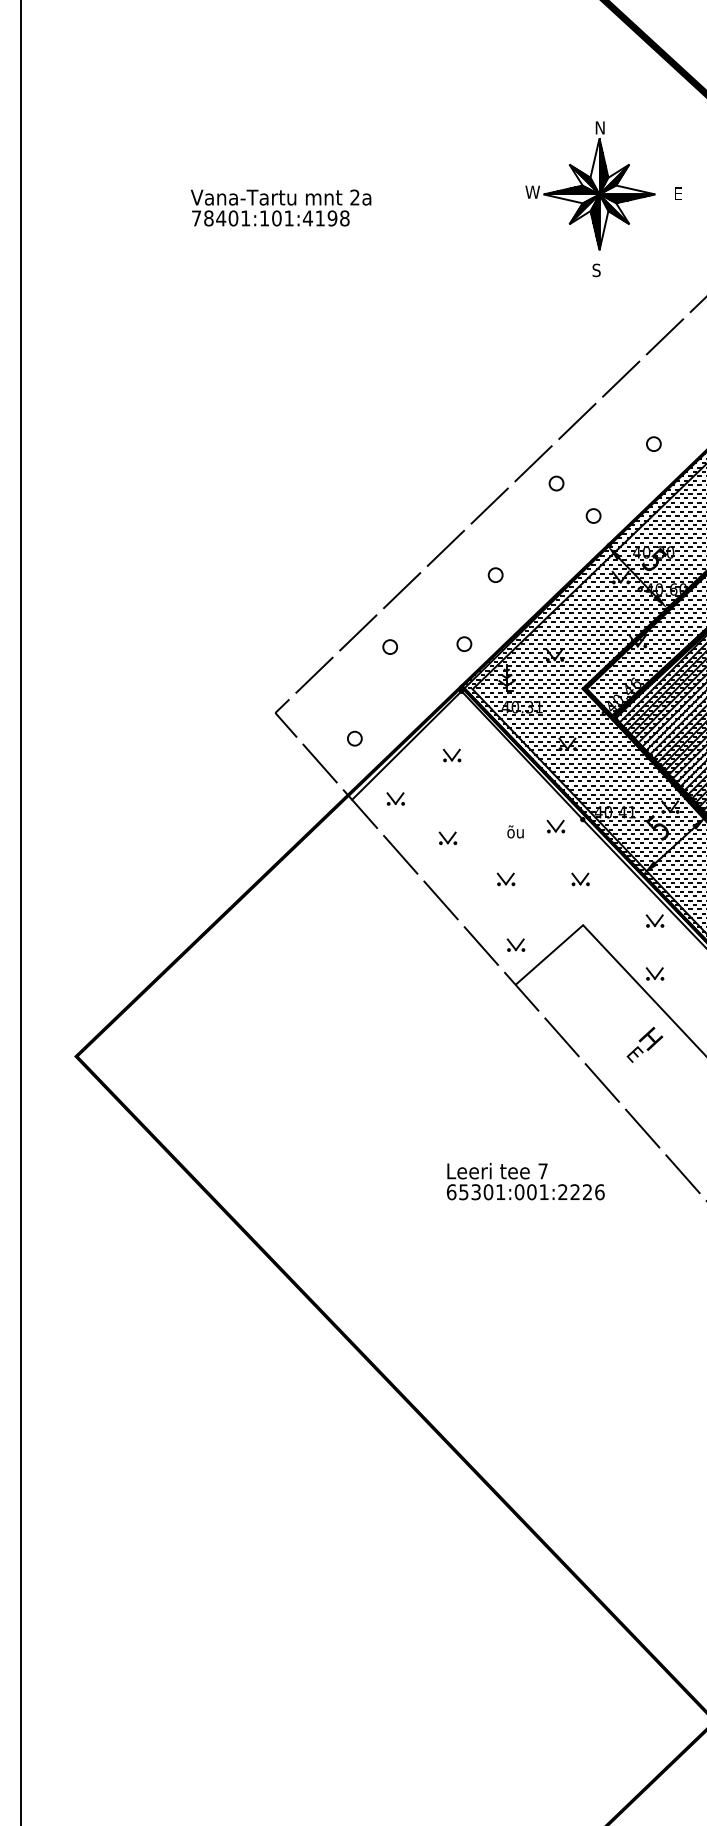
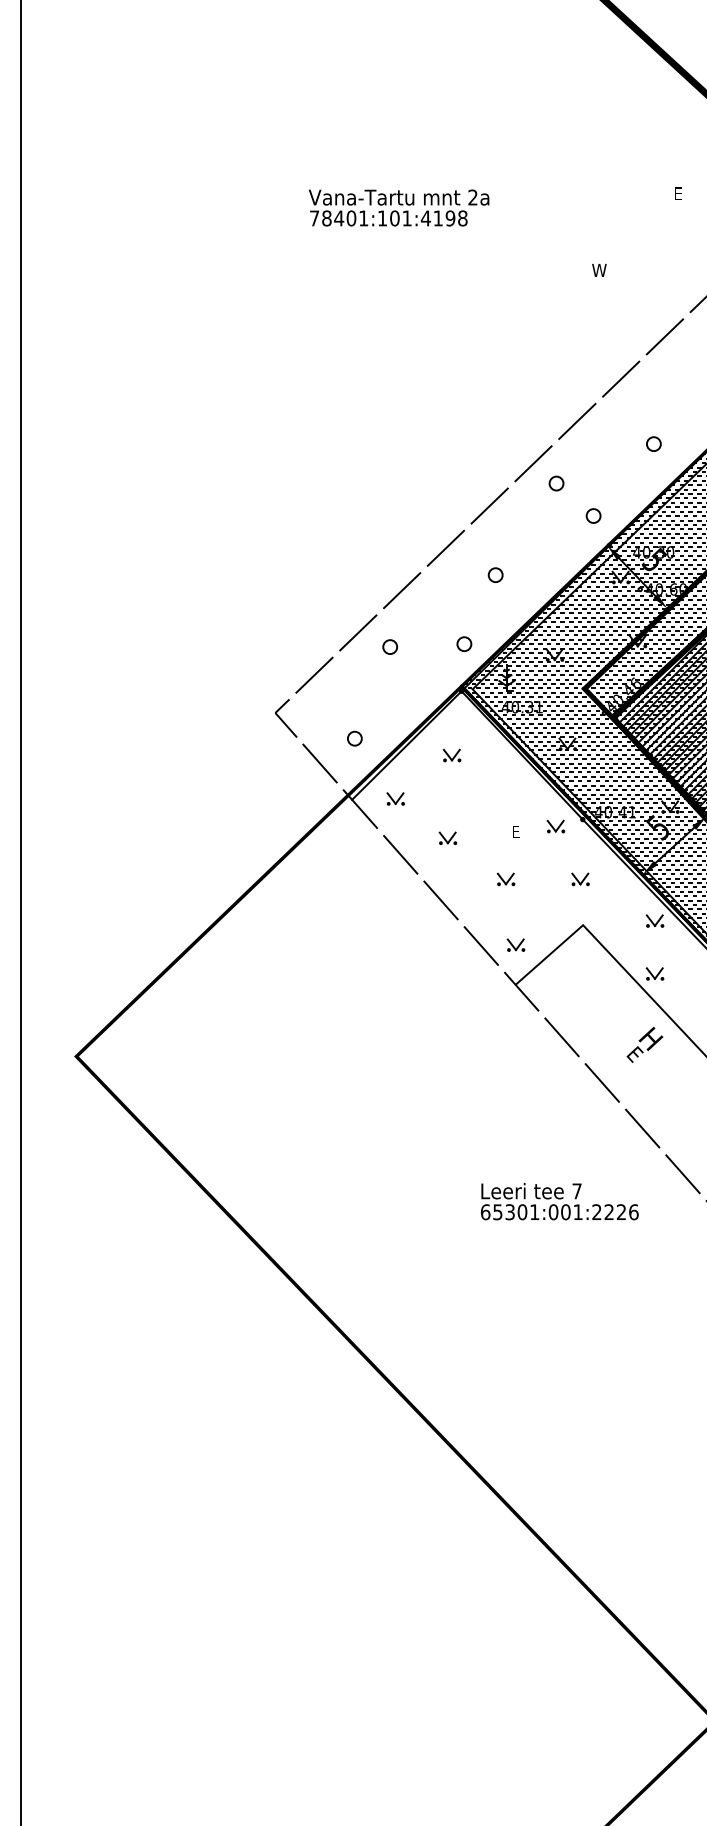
part at (590, 185): present -> none
text at (281, 207) position: (281, 207) -> (399, 207)
text at (599, 270): S -> W
text at (515, 831): õu -> E
text at (525, 1181) position: (525, 1181) -> (559, 1201)
